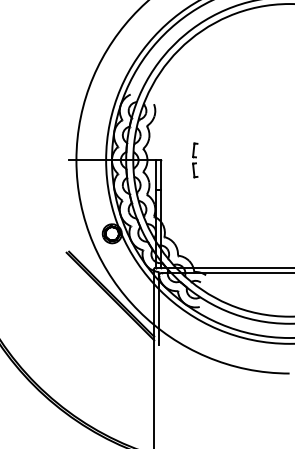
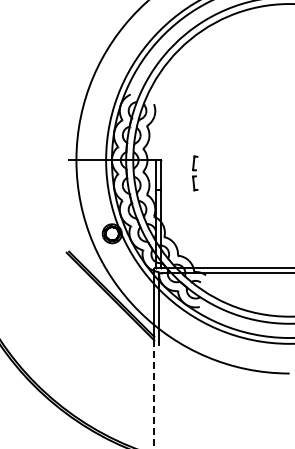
part at (195, 160) position: (195, 160) -> (195, 173)
line at (153, 394): solid -> dashed
